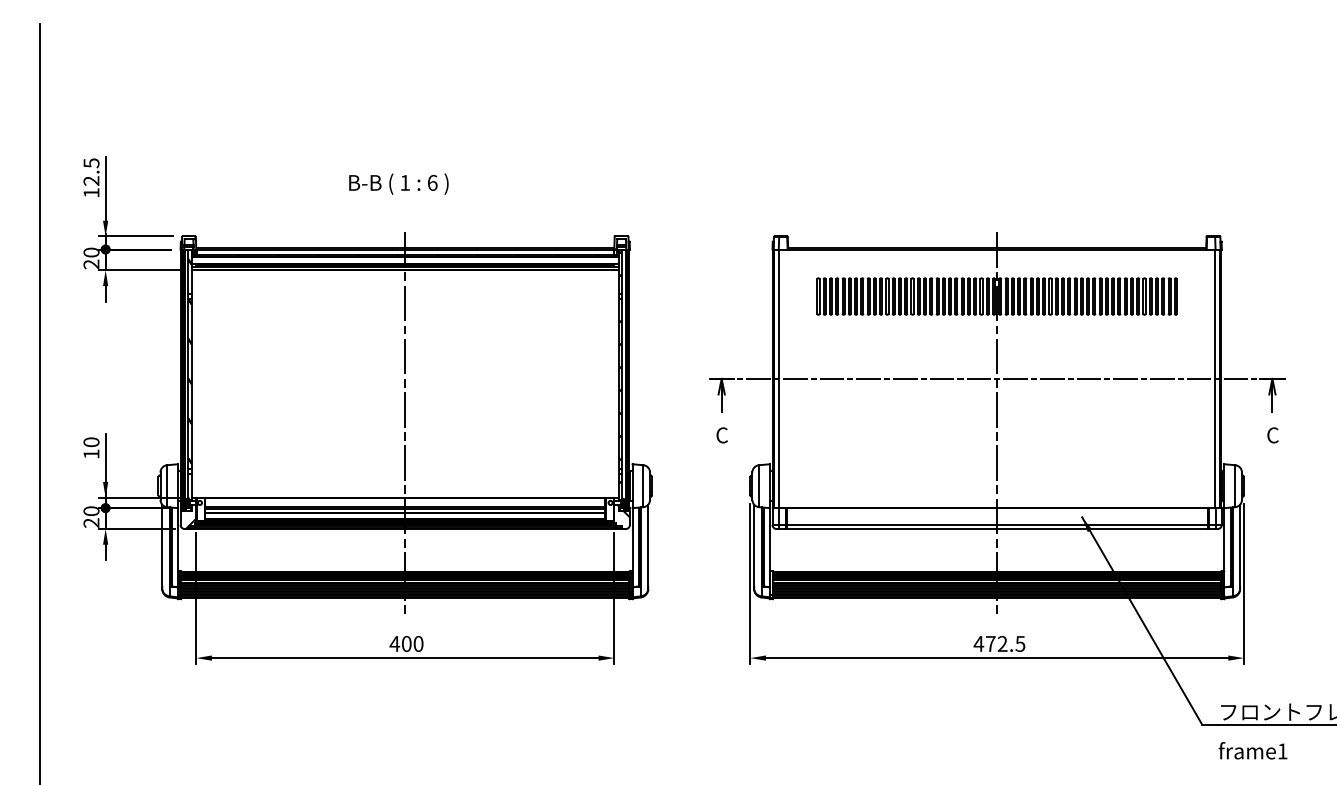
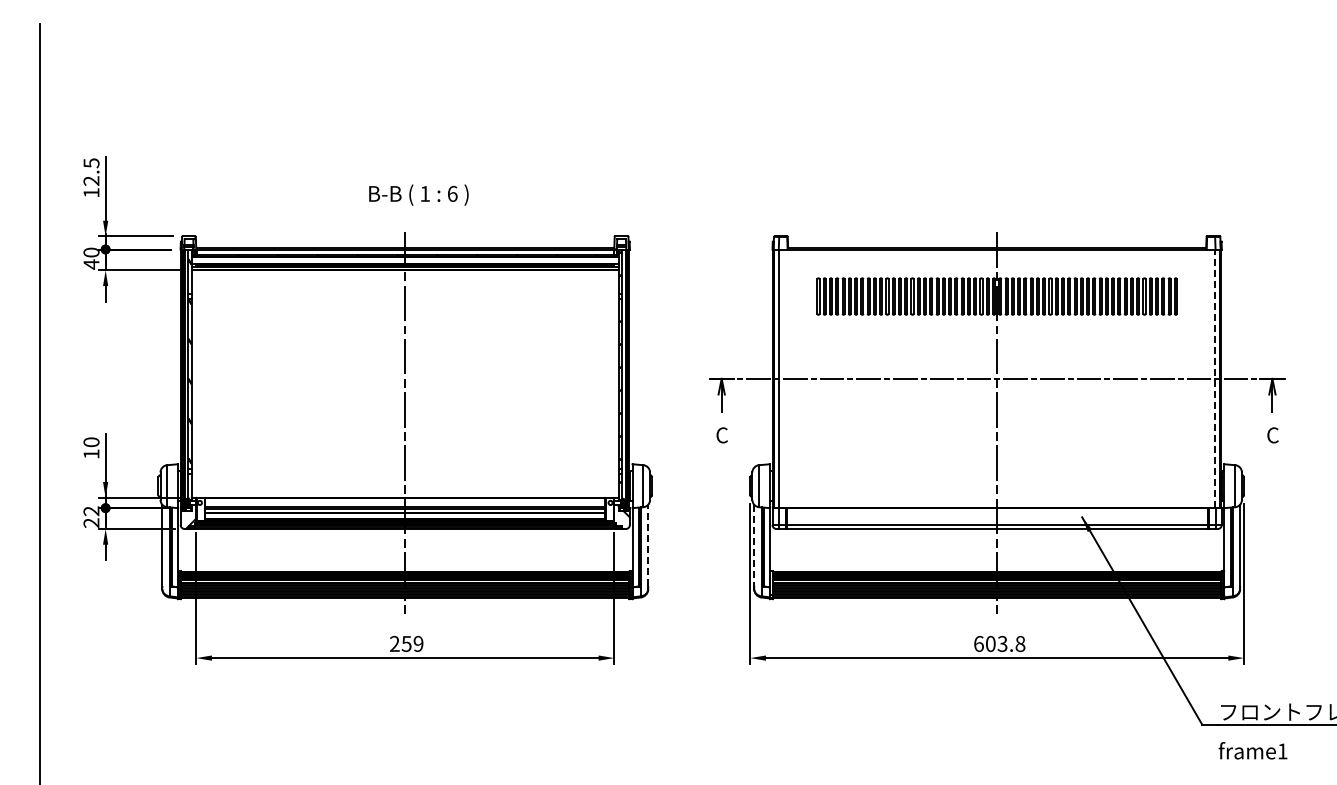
text at (398, 183) position: (398, 183) -> (418, 194)
text at (91, 264): 20 -> 40
line at (1215, 378): solid -> dashed
text at (91, 511): 20 -> 22
line at (648, 545): solid -> dashed
line at (754, 545): solid -> dashed
text at (406, 643): 400 -> 259
text at (999, 644): 472.5 -> 603.8
